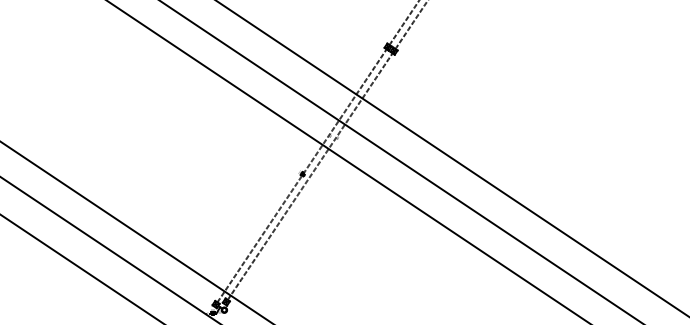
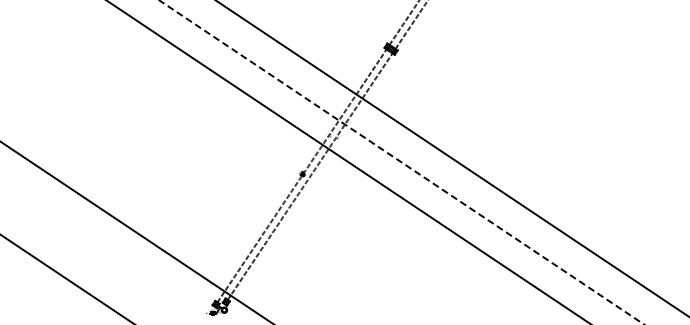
line at (401, 162): solid -> dashed
line at (109, 249): present -> none
line at (81, 268) position: (81, 268) -> (66, 278)
